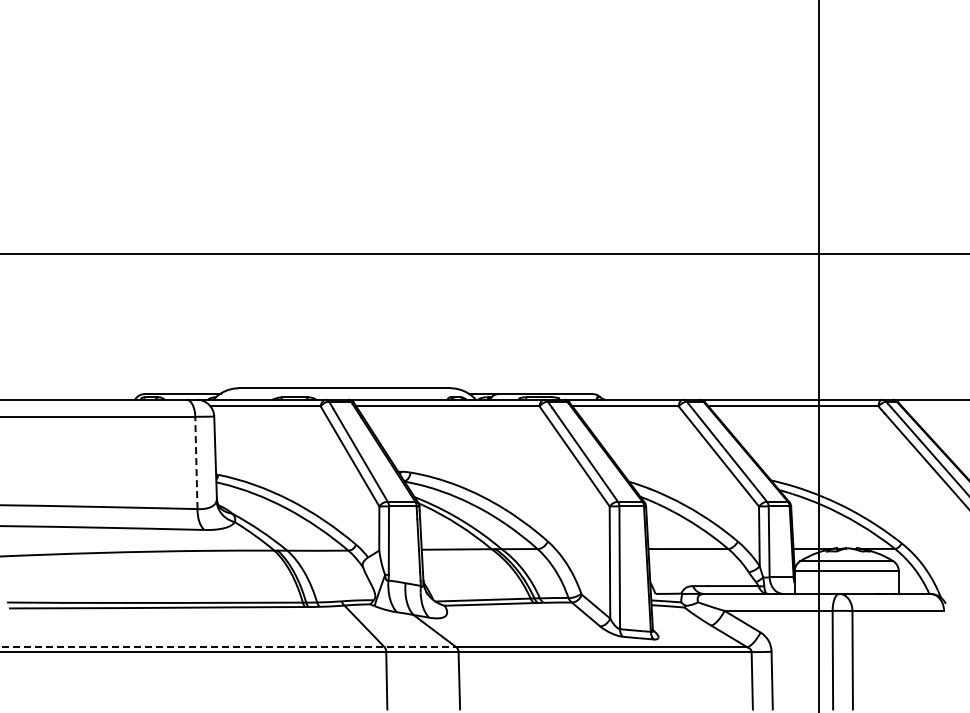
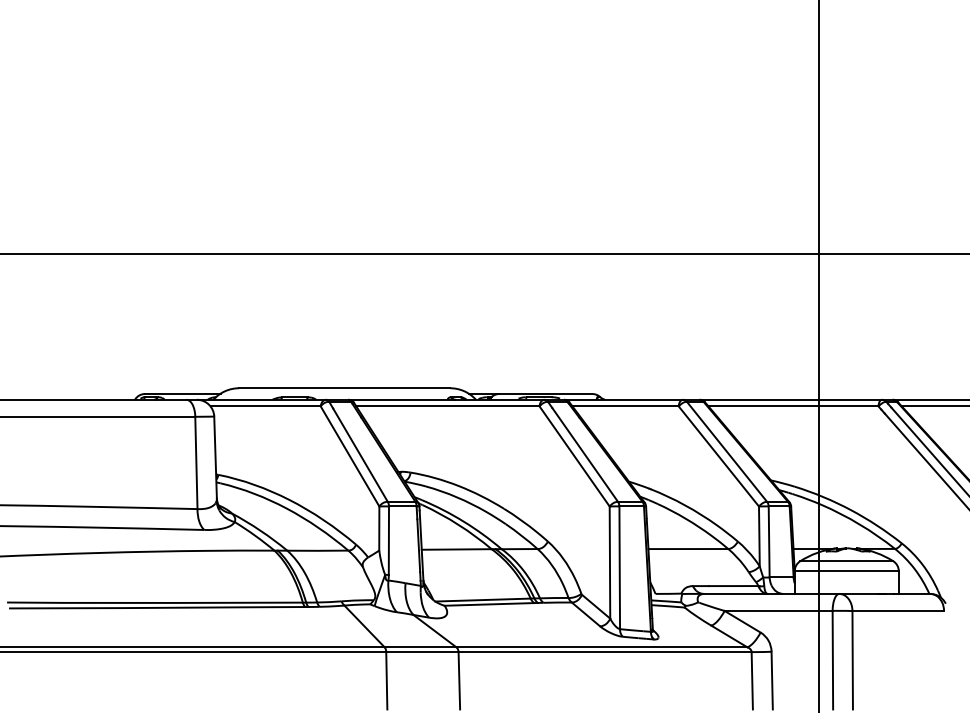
line at (933, 406): none -> present
line at (196, 462): dashed -> solid
line at (228, 647): dashed -> solid
